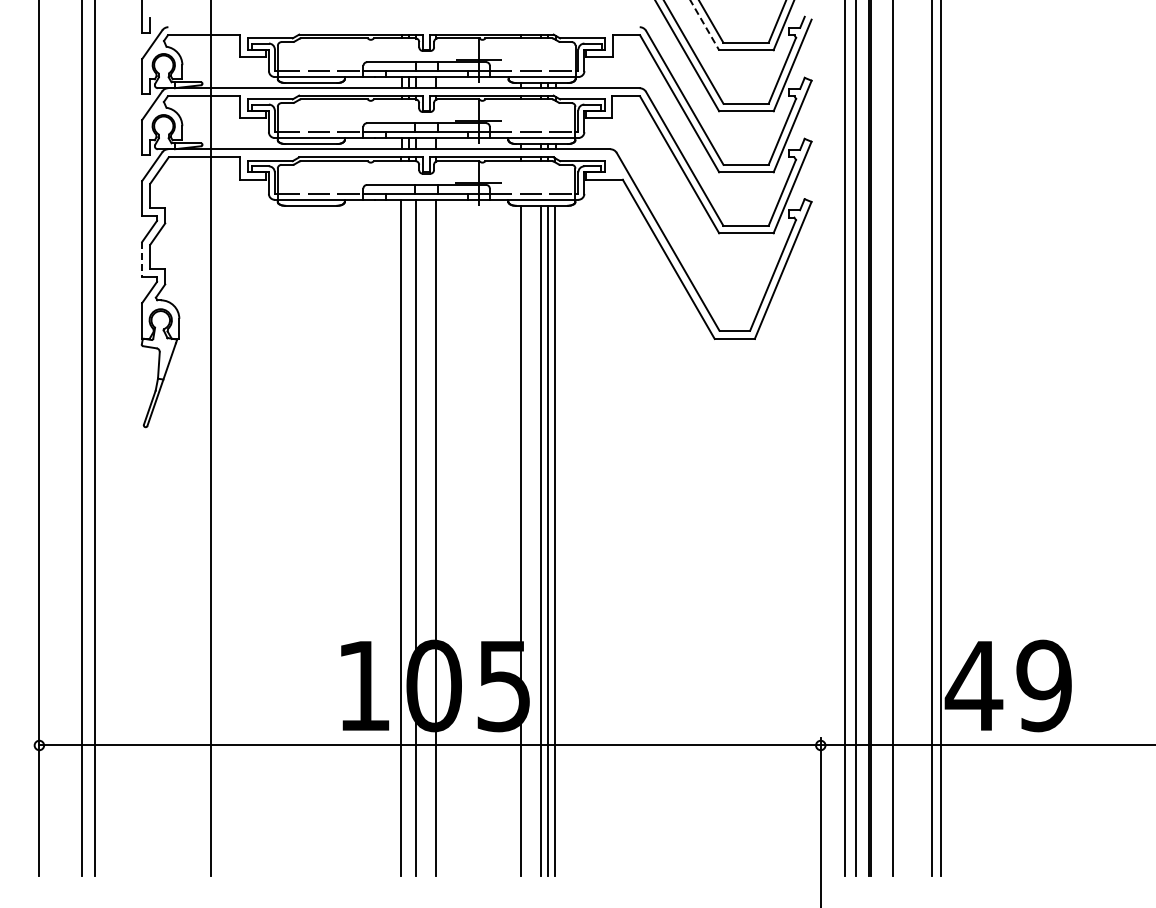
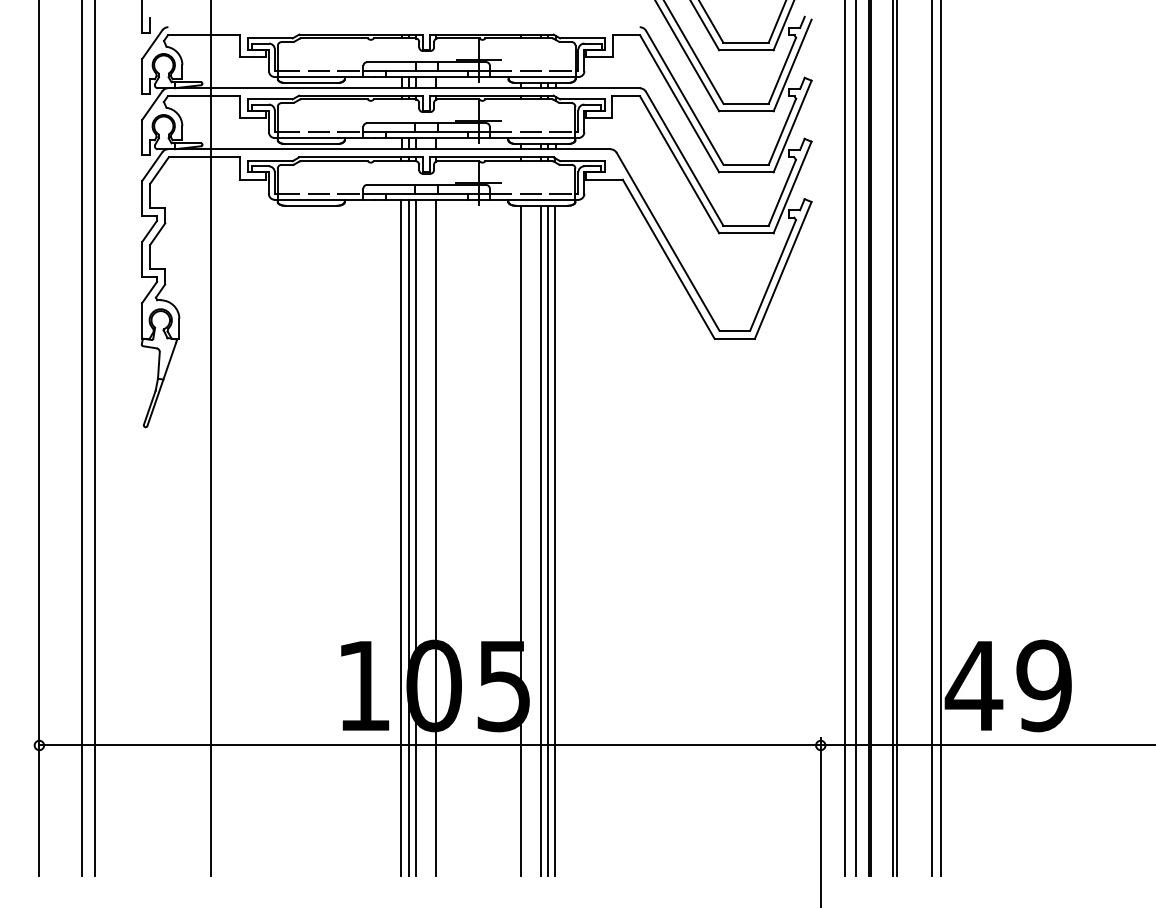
line at (704, 25): dashed -> solid
line at (142, 260): dashed -> solid
line at (897, 438): none -> present
line at (408, 537): none -> present
